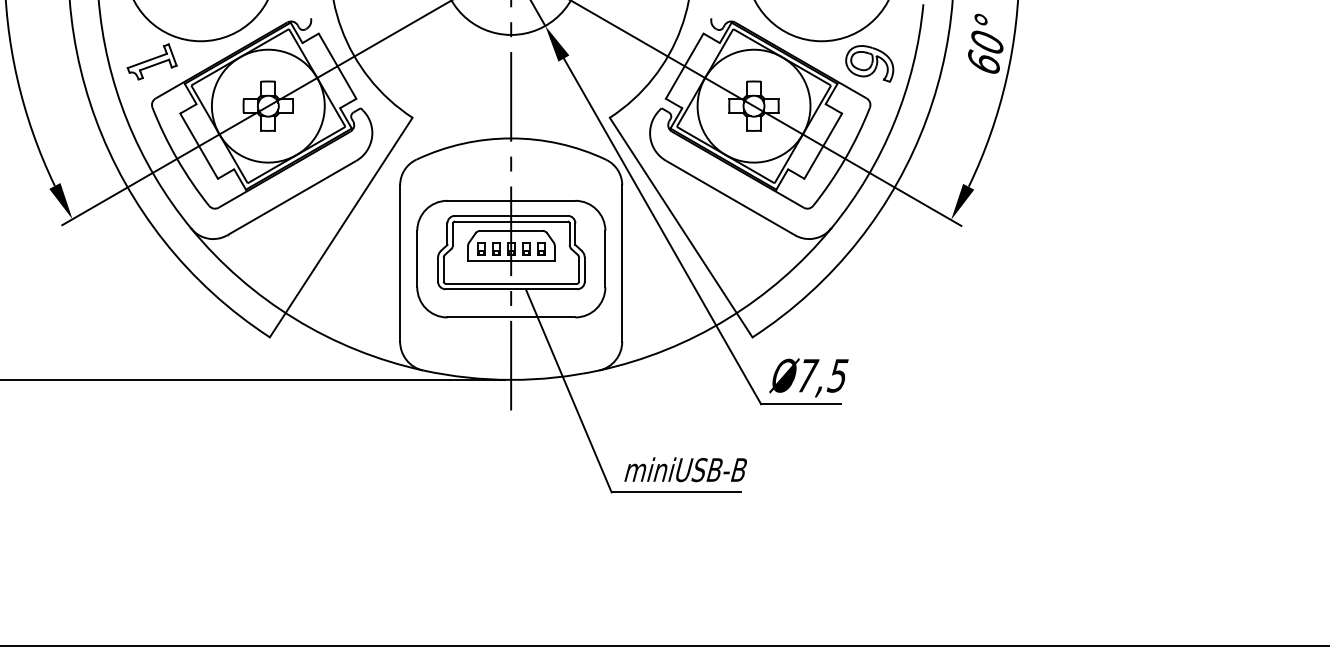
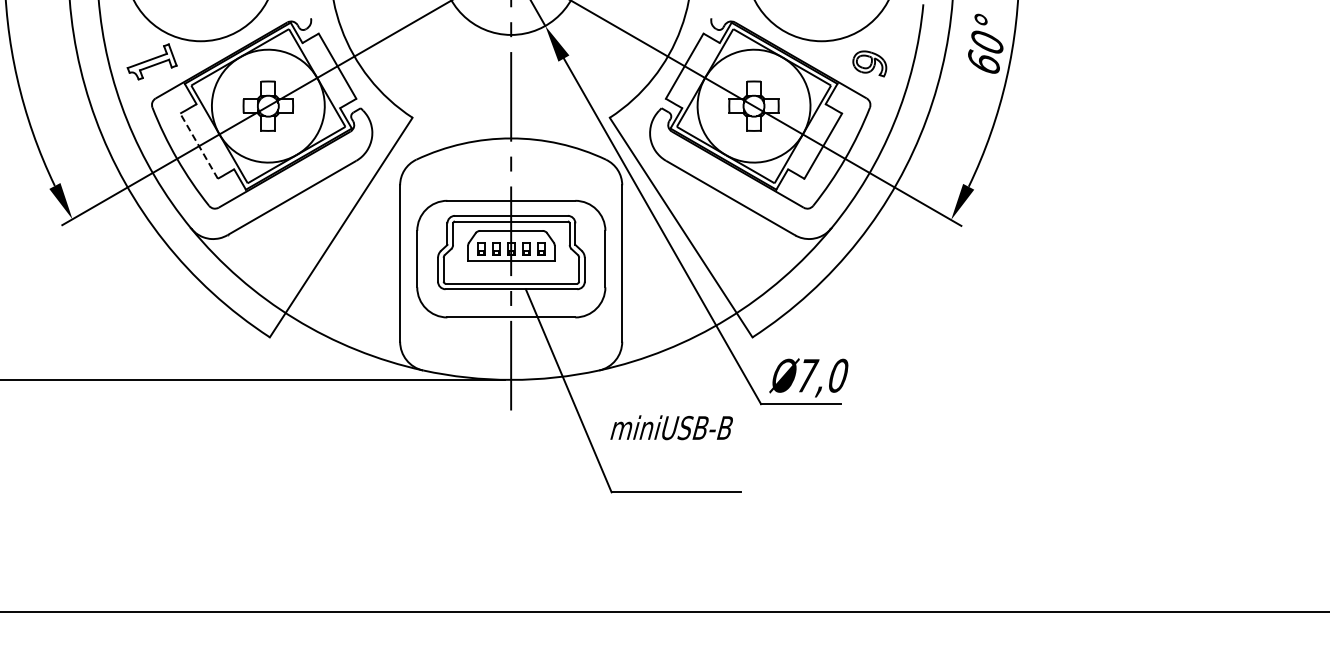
part at (869, 63) size: 50x38 px -> 36x28 px
line at (199, 146): solid -> dashed
text at (837, 375): Ø7,5 -> Ø7,0
text at (685, 469) position: (685, 469) -> (671, 427)
line at (664, 646) position: (664, 646) -> (664, 612)
